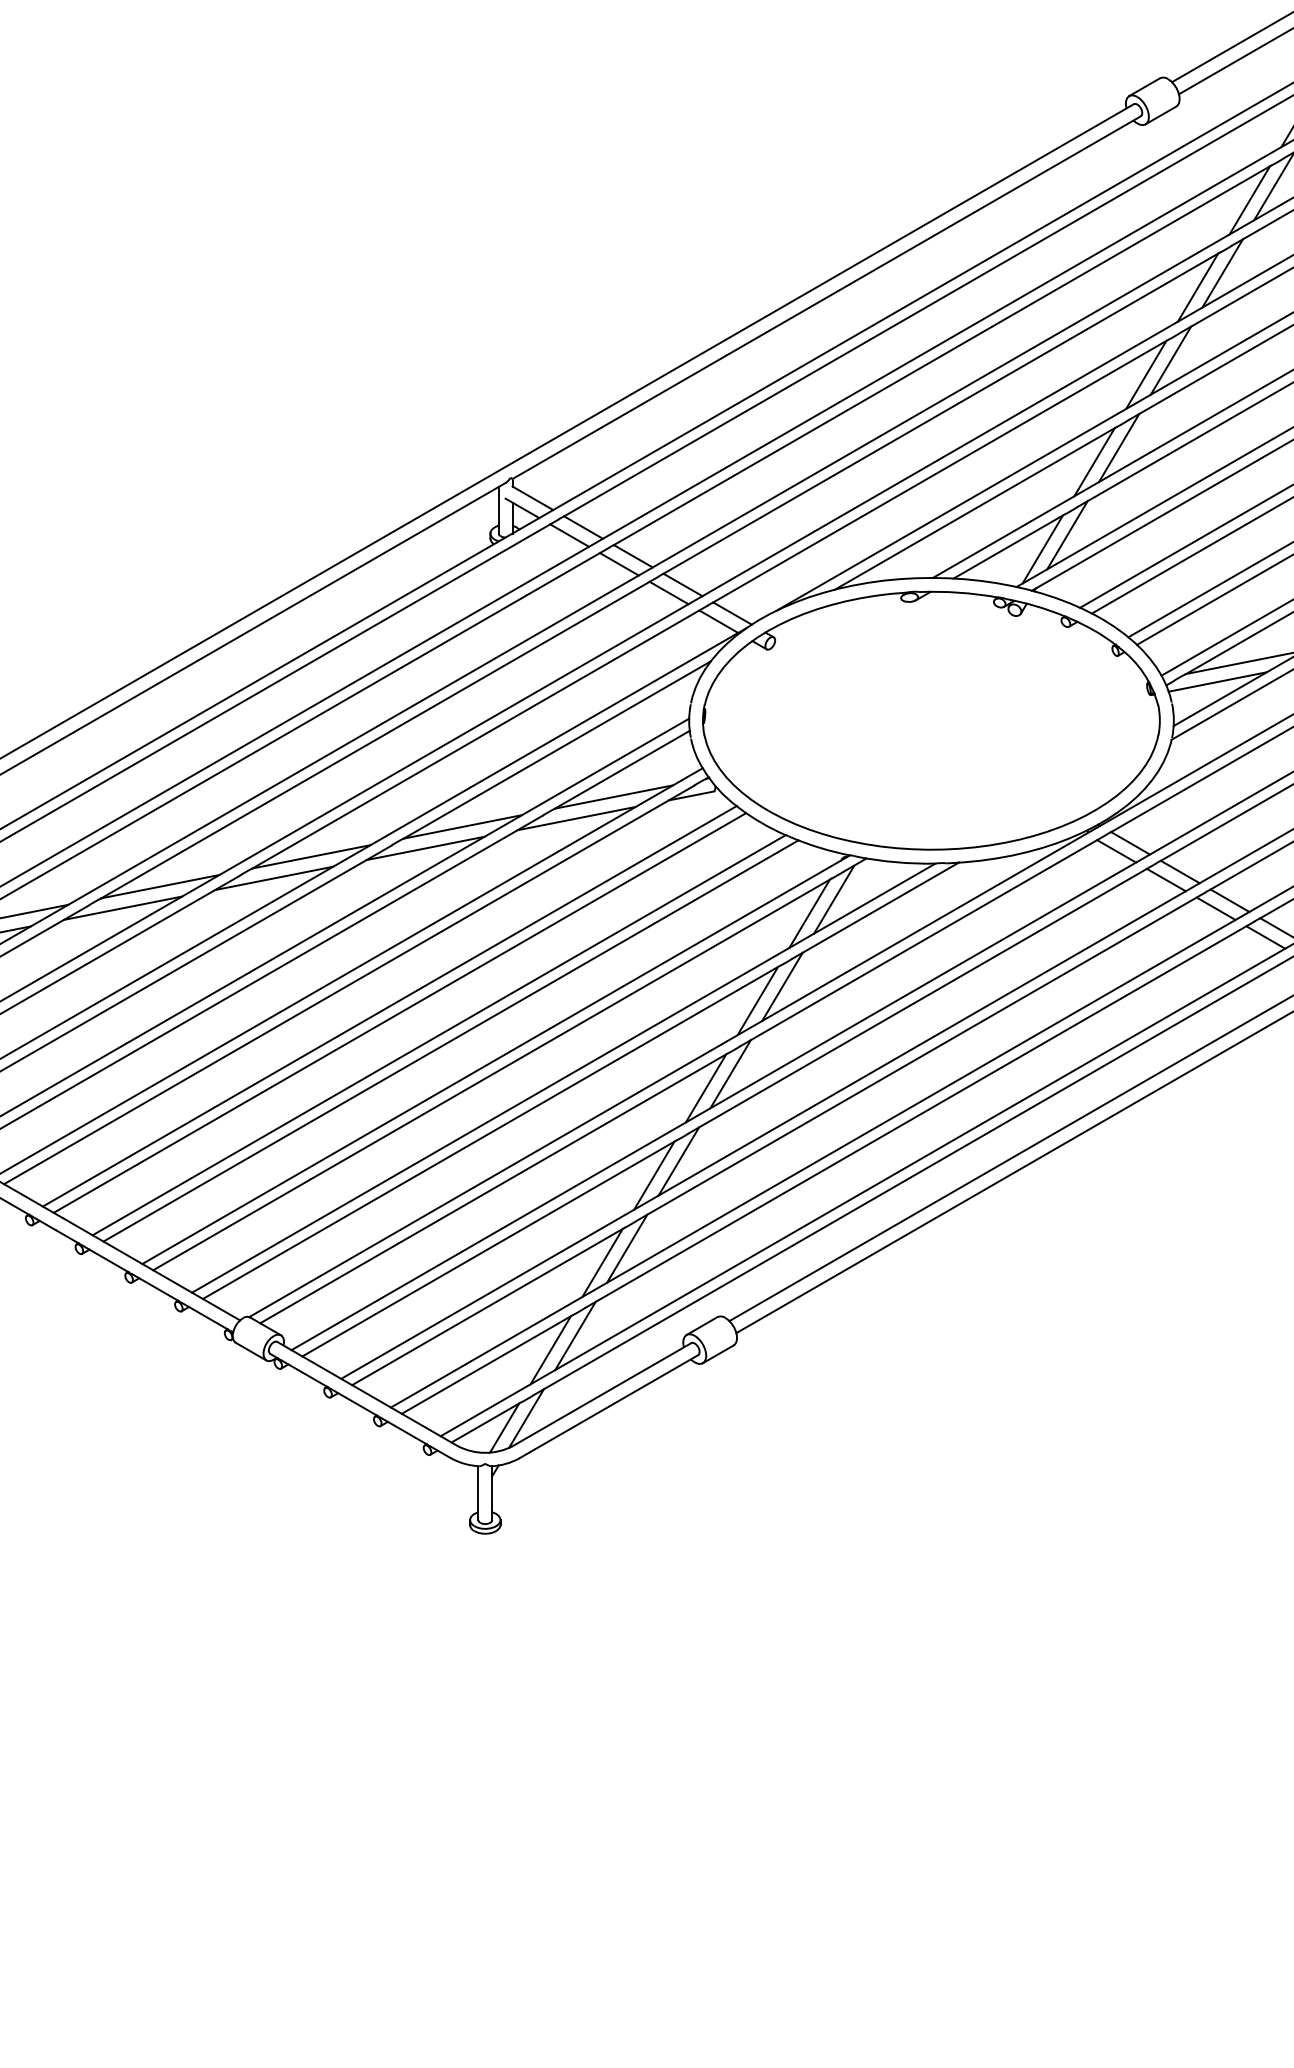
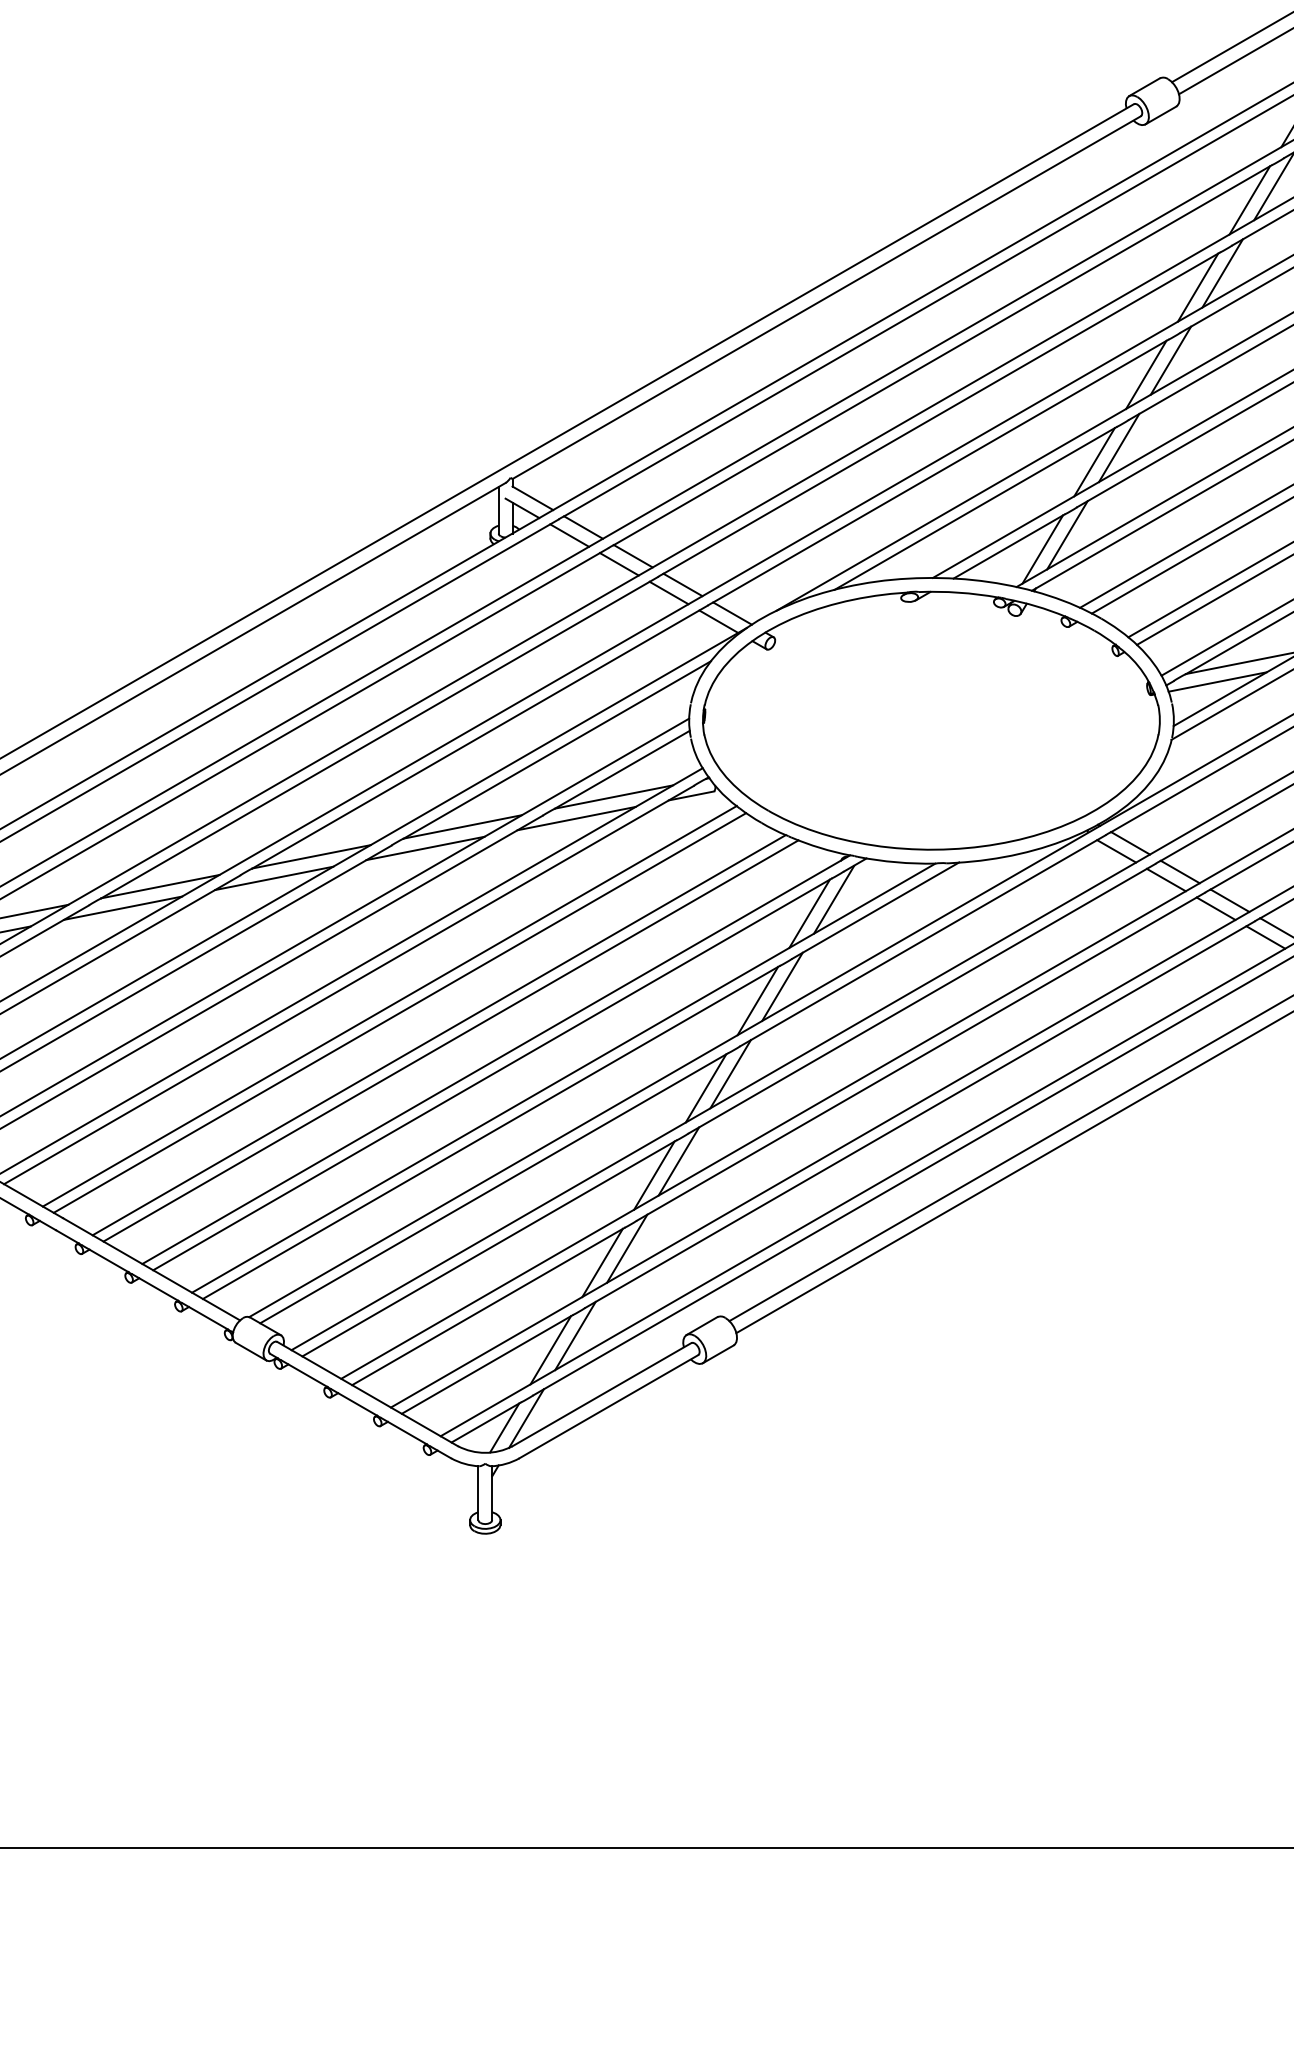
line at (646, 1848): none -> present
